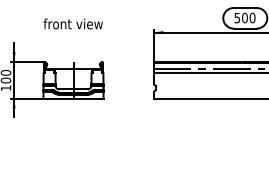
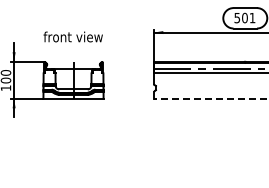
text at (252, 17): 500 -> 501
text at (72, 23) position: (72, 23) -> (72, 36)
line at (211, 98): solid -> dashed
